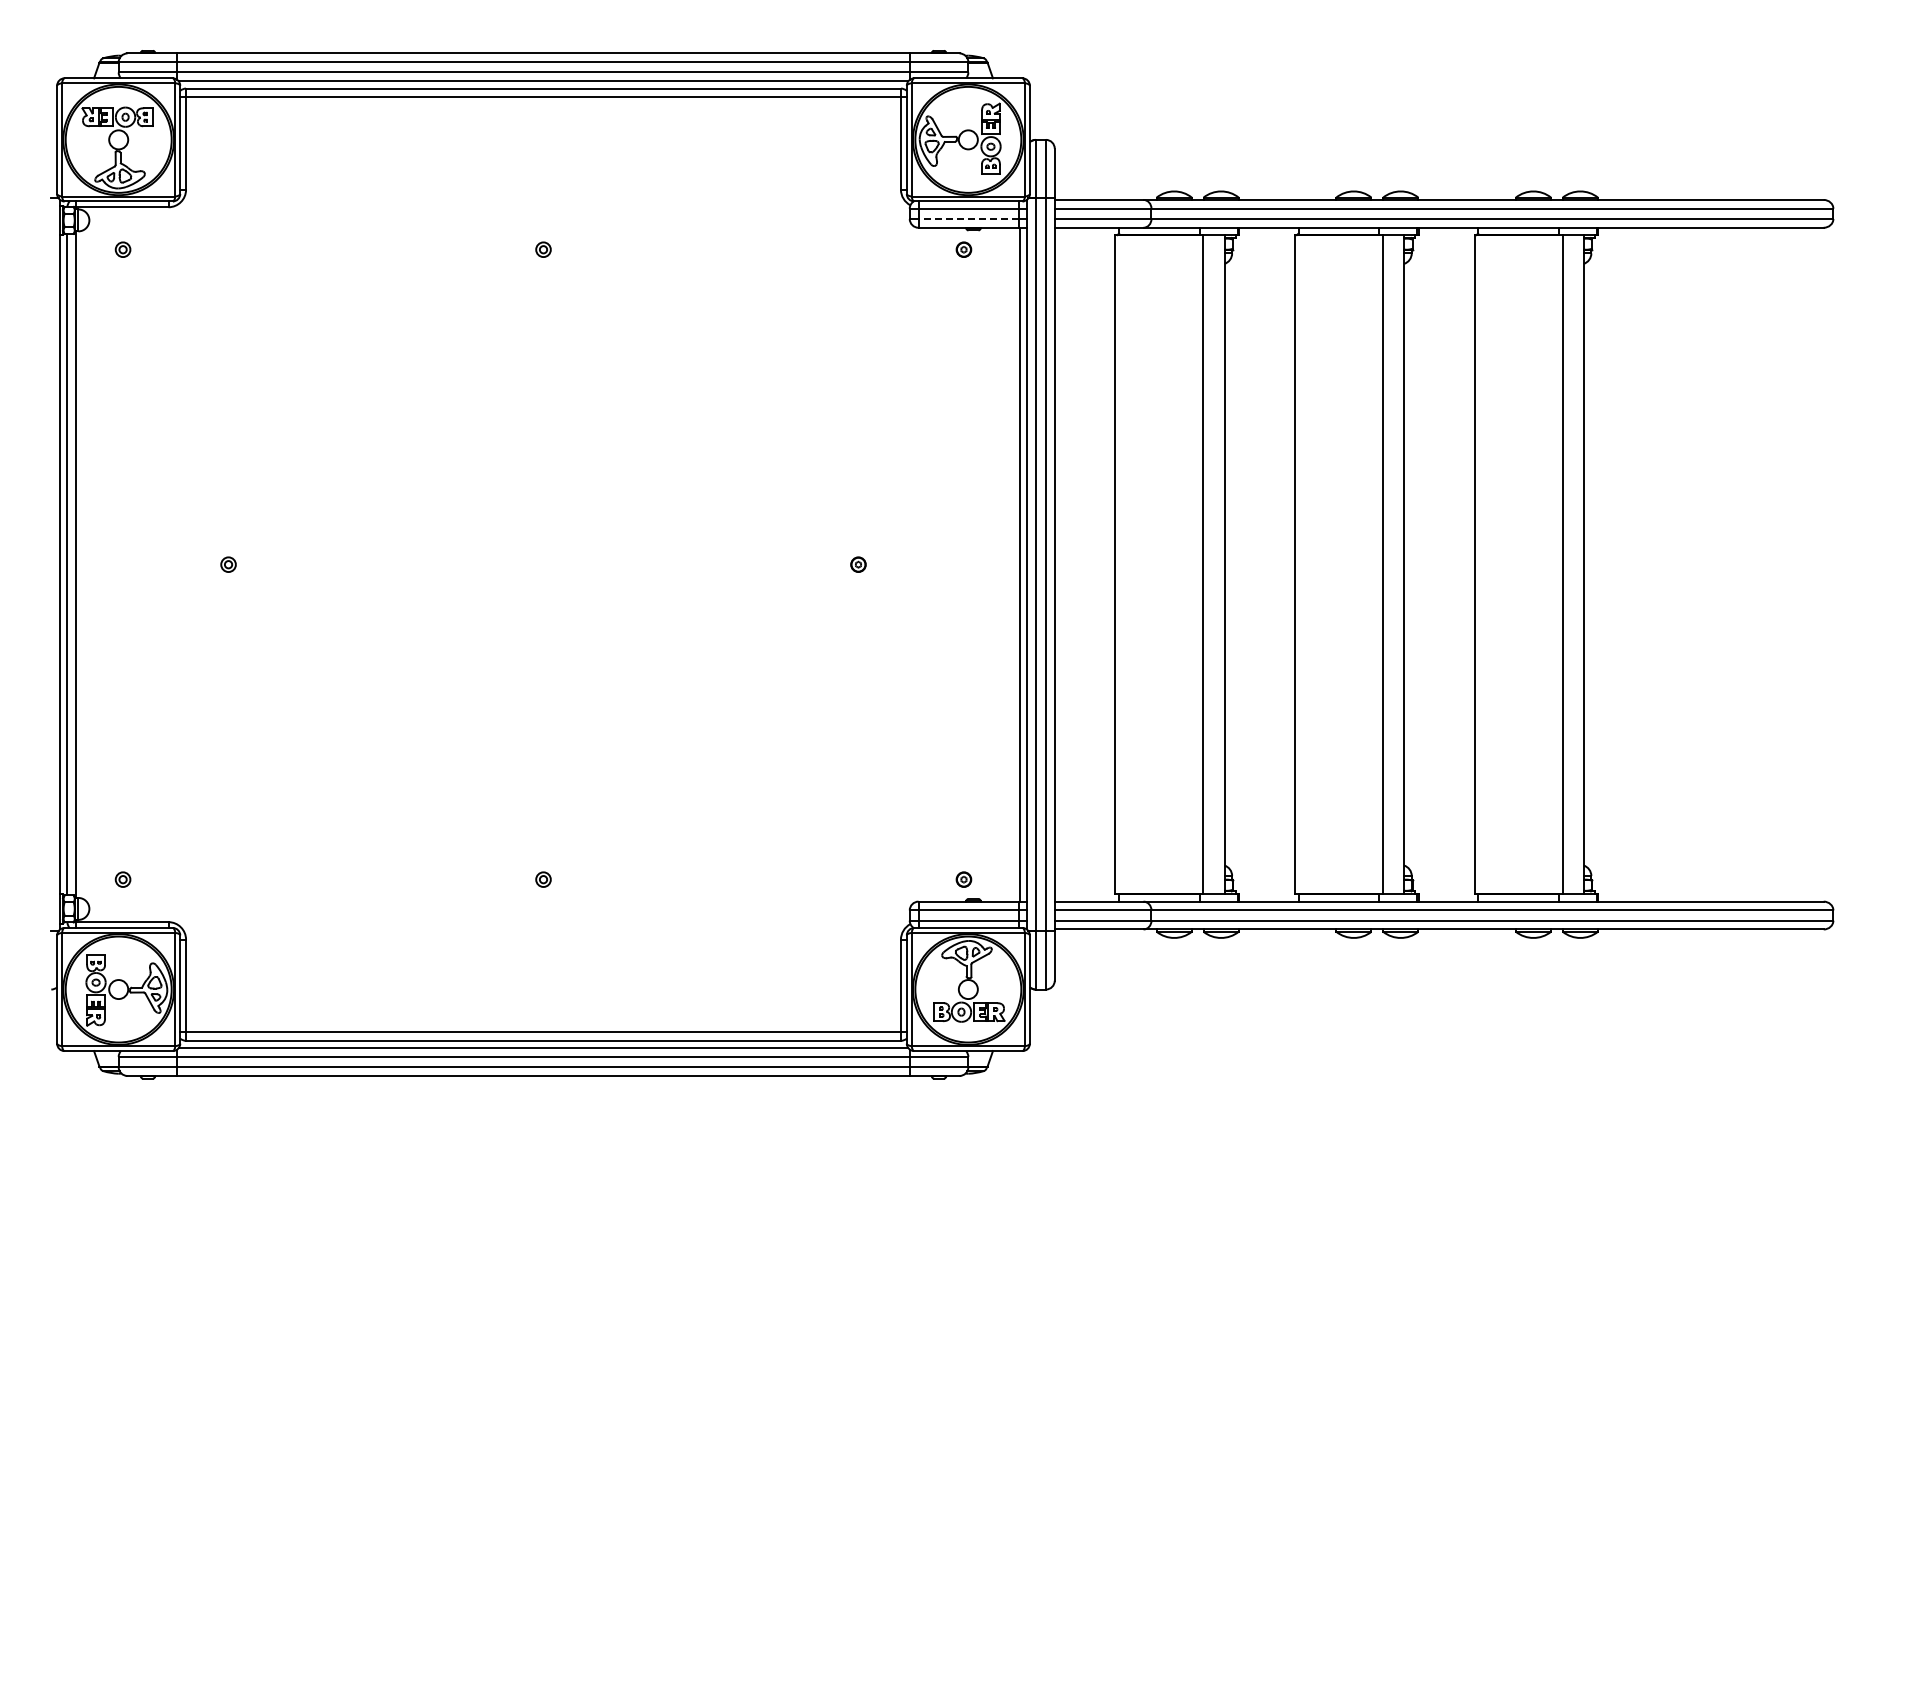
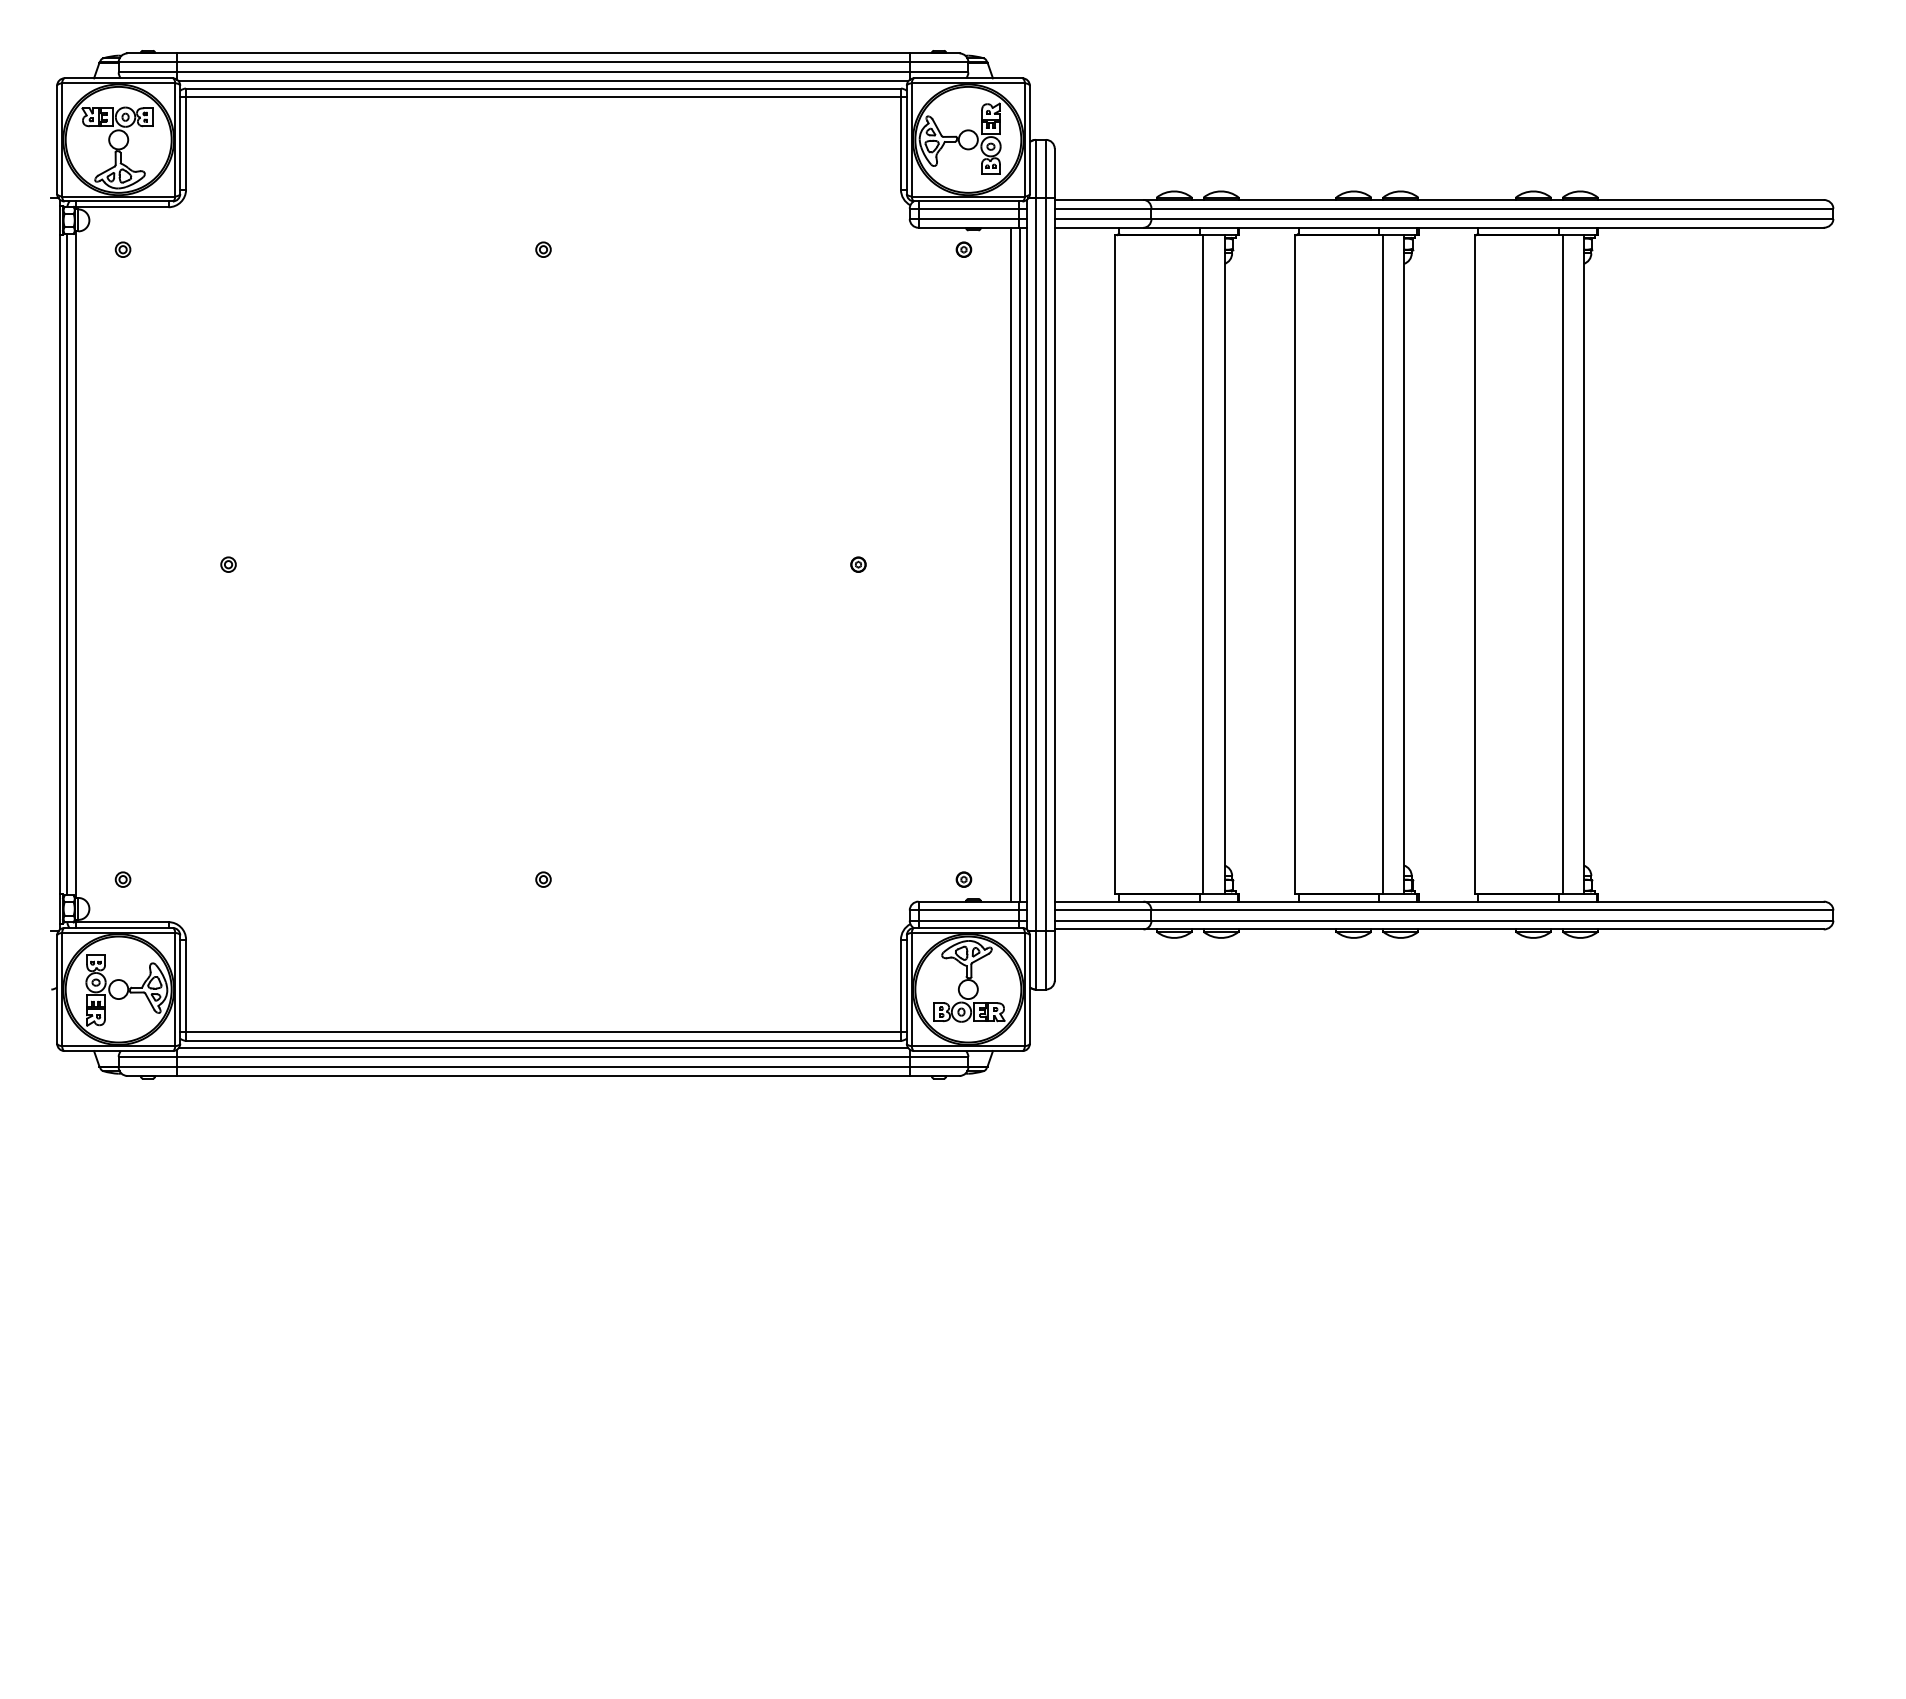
line at (968, 218): dashed -> solid
line at (1010, 564): none -> present
